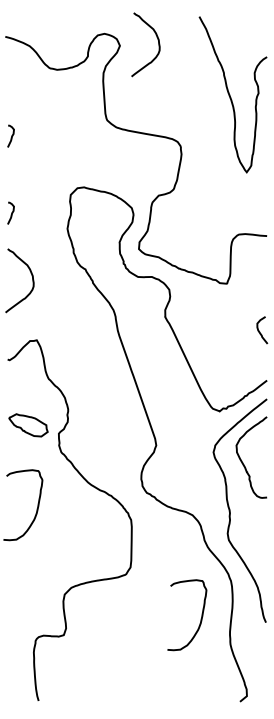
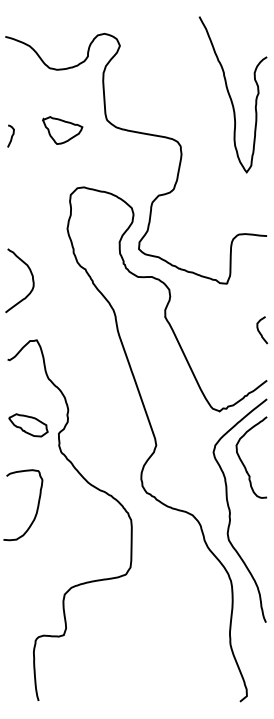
curve at (157, 40): present -> none
part at (62, 130): none -> present
curve at (11, 212): present -> none
curve at (200, 618): present -> none
